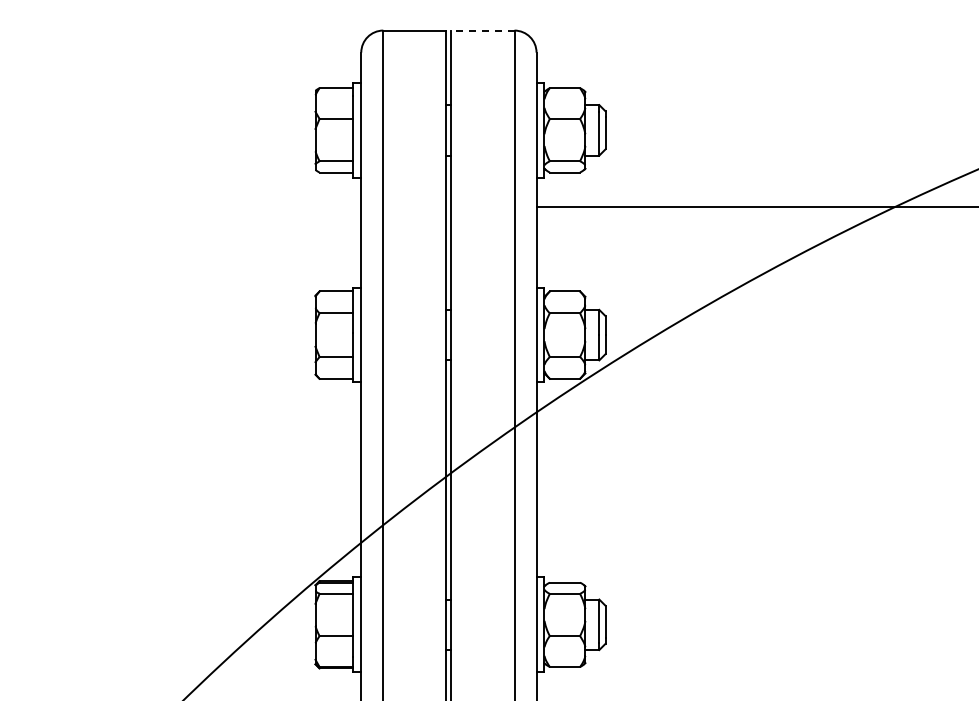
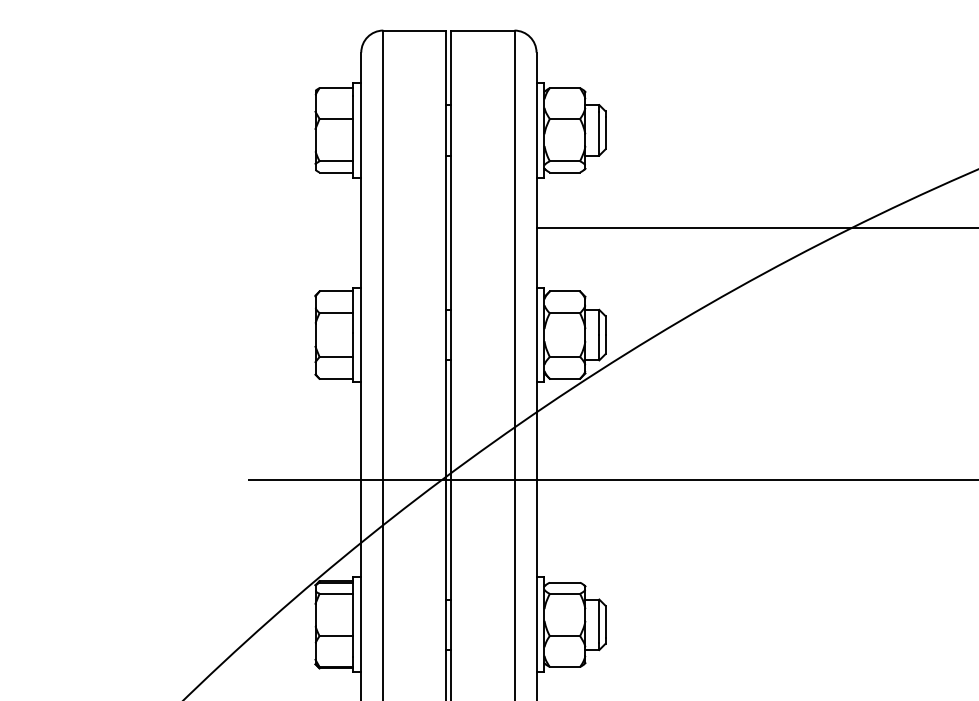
line at (482, 30): dashed -> solid
line at (755, 206) position: (755, 206) -> (755, 227)
line at (611, 479): none -> present
